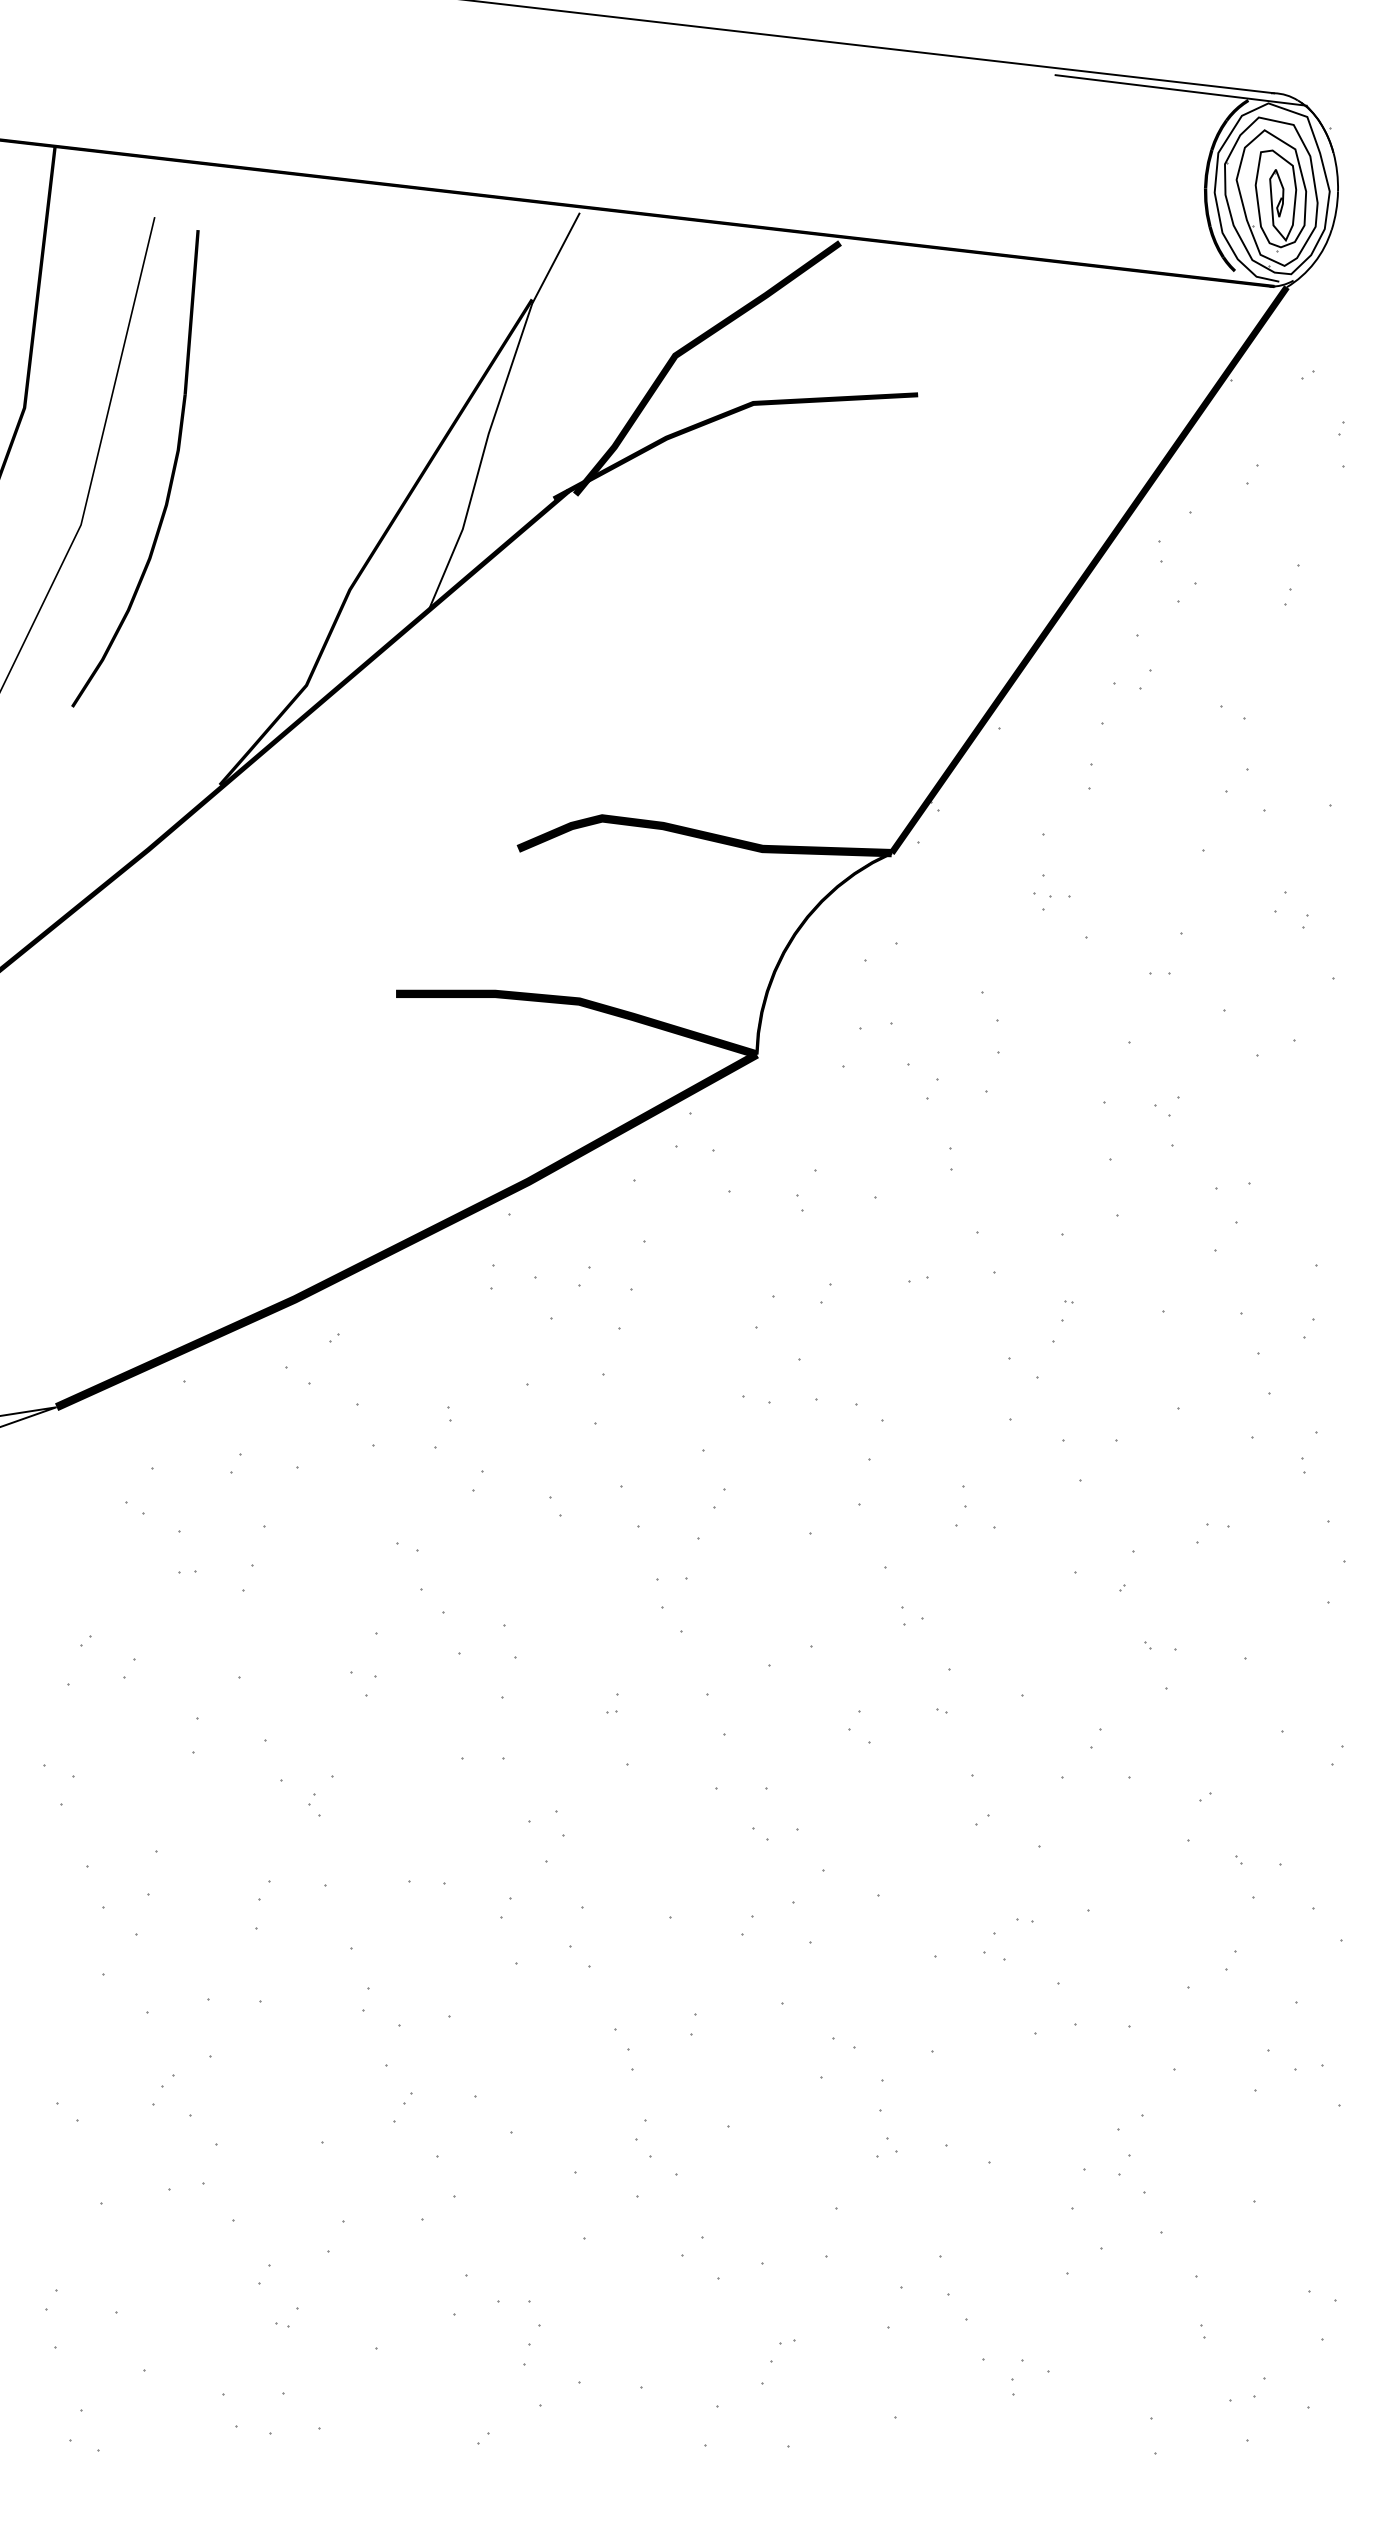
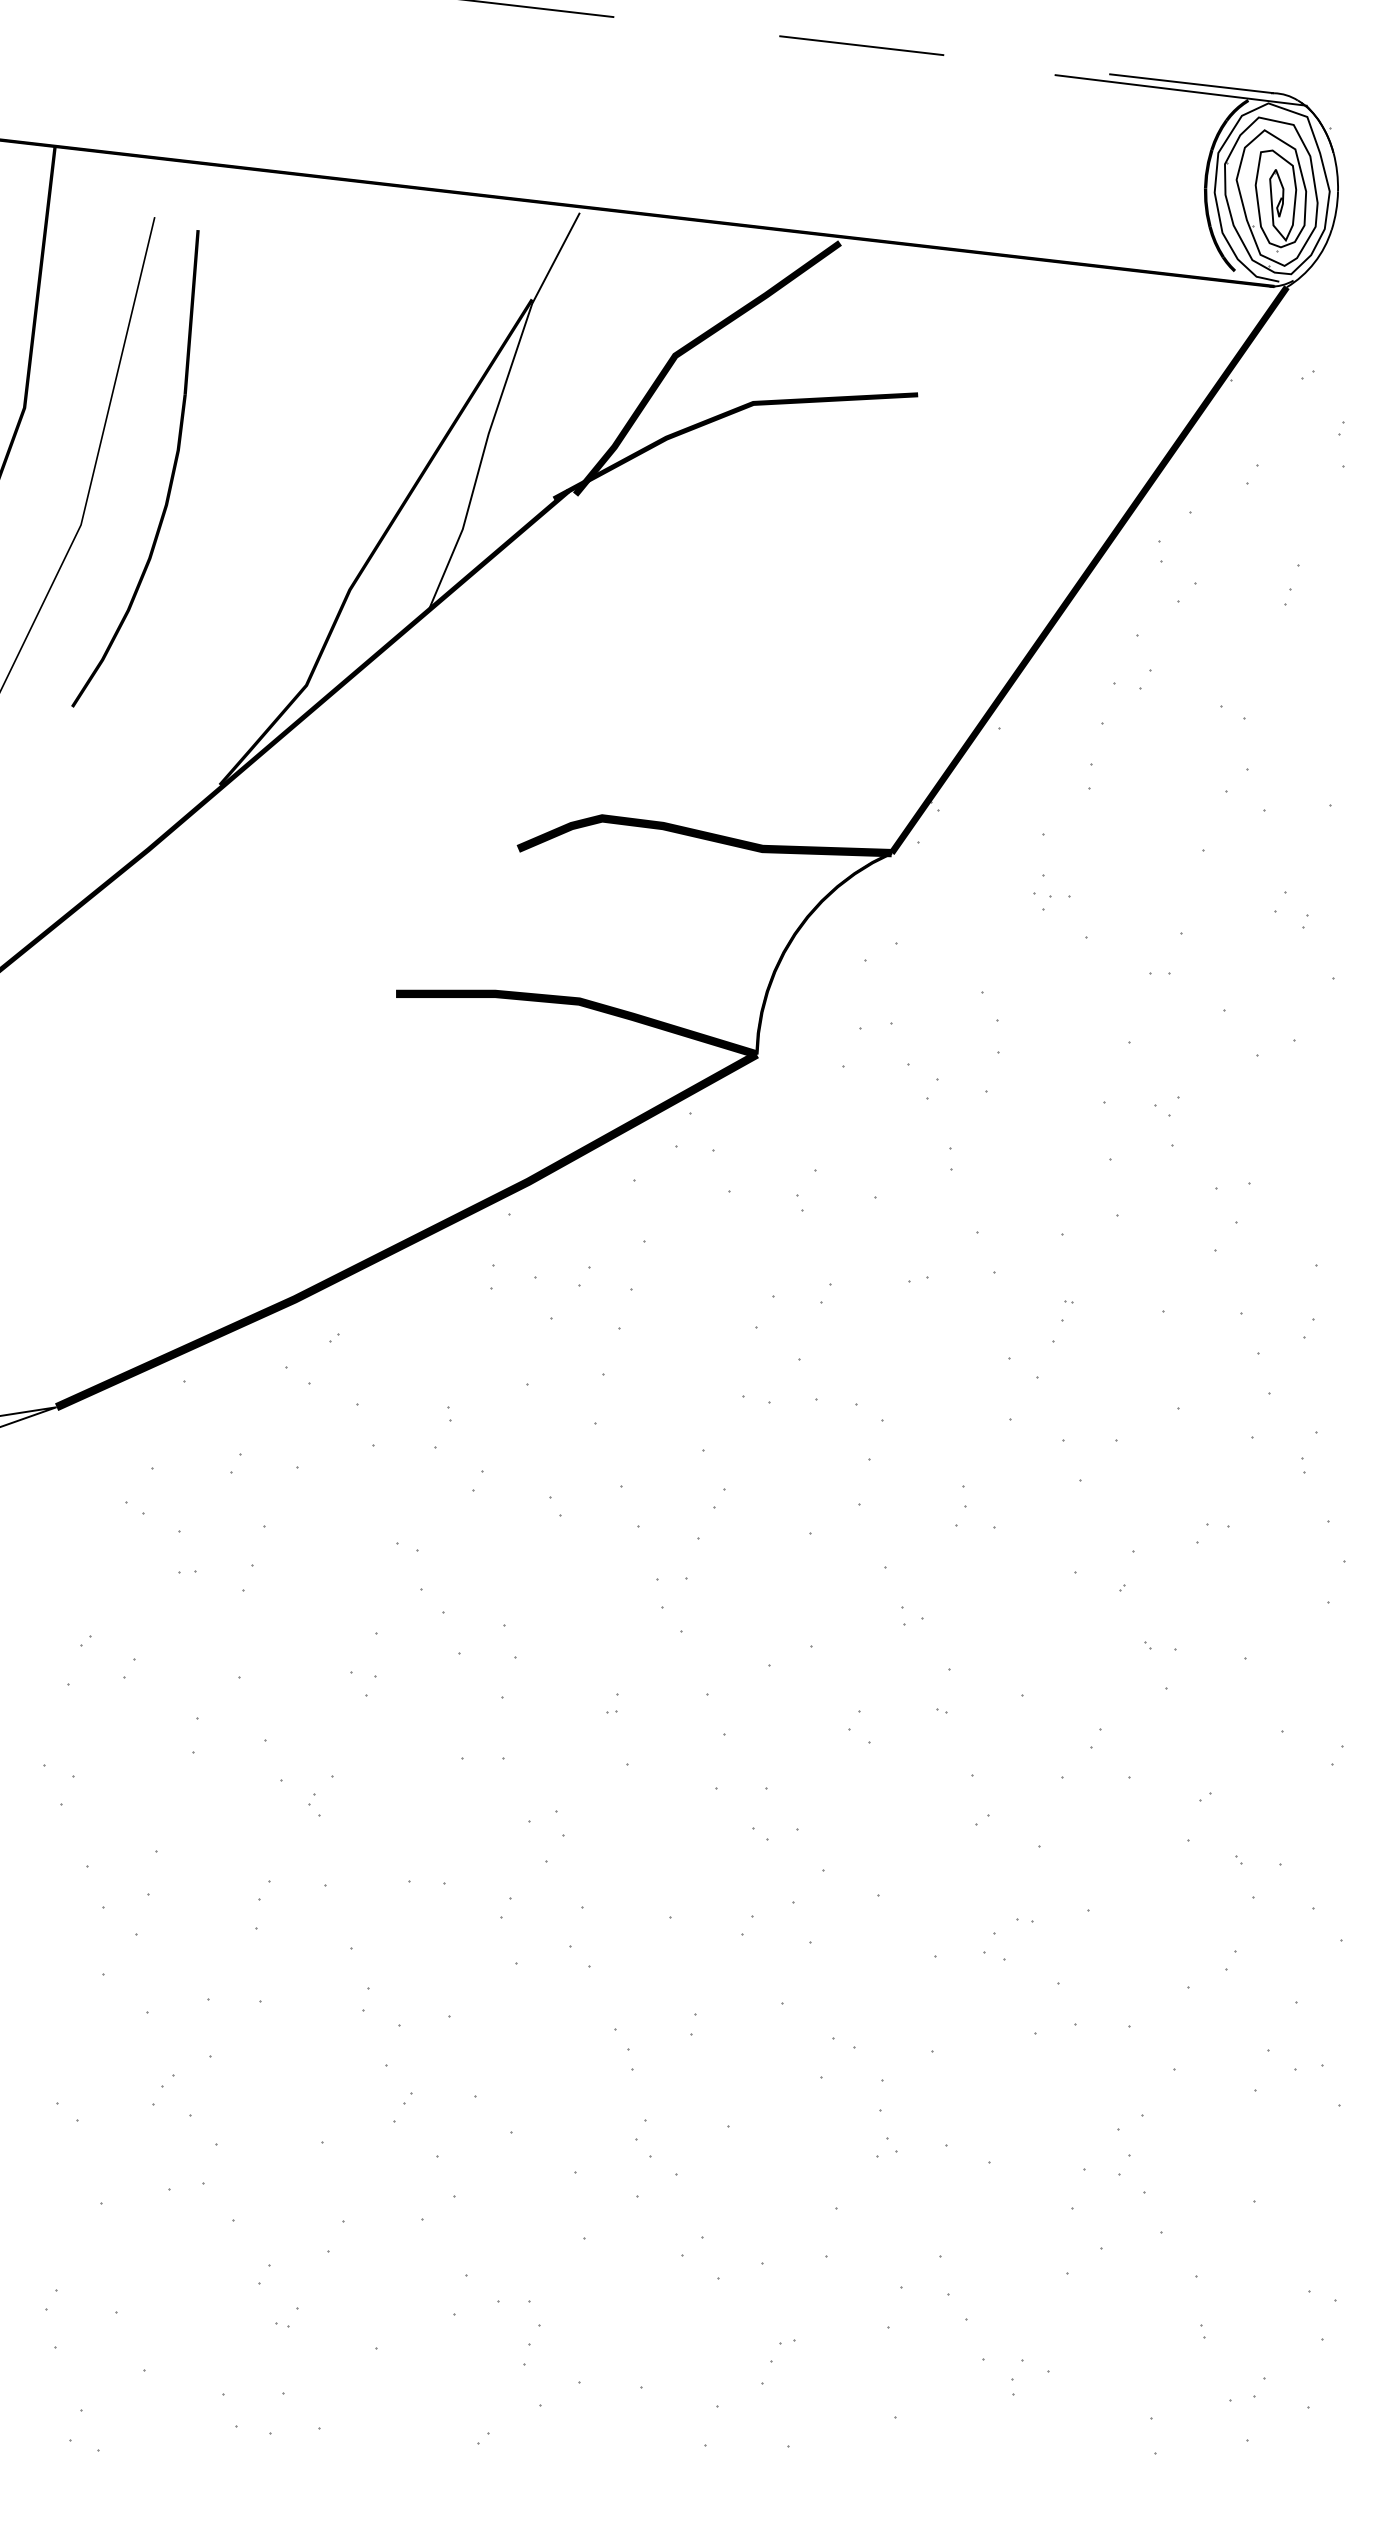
line at (869, 46): solid -> dashed
